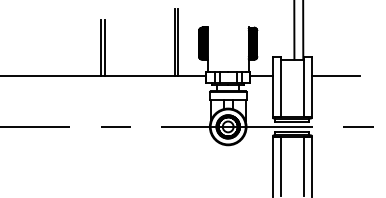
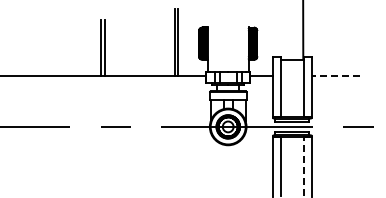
line at (294, 30): present -> none
line at (335, 76): solid -> dashed
line at (304, 166): solid -> dashed
